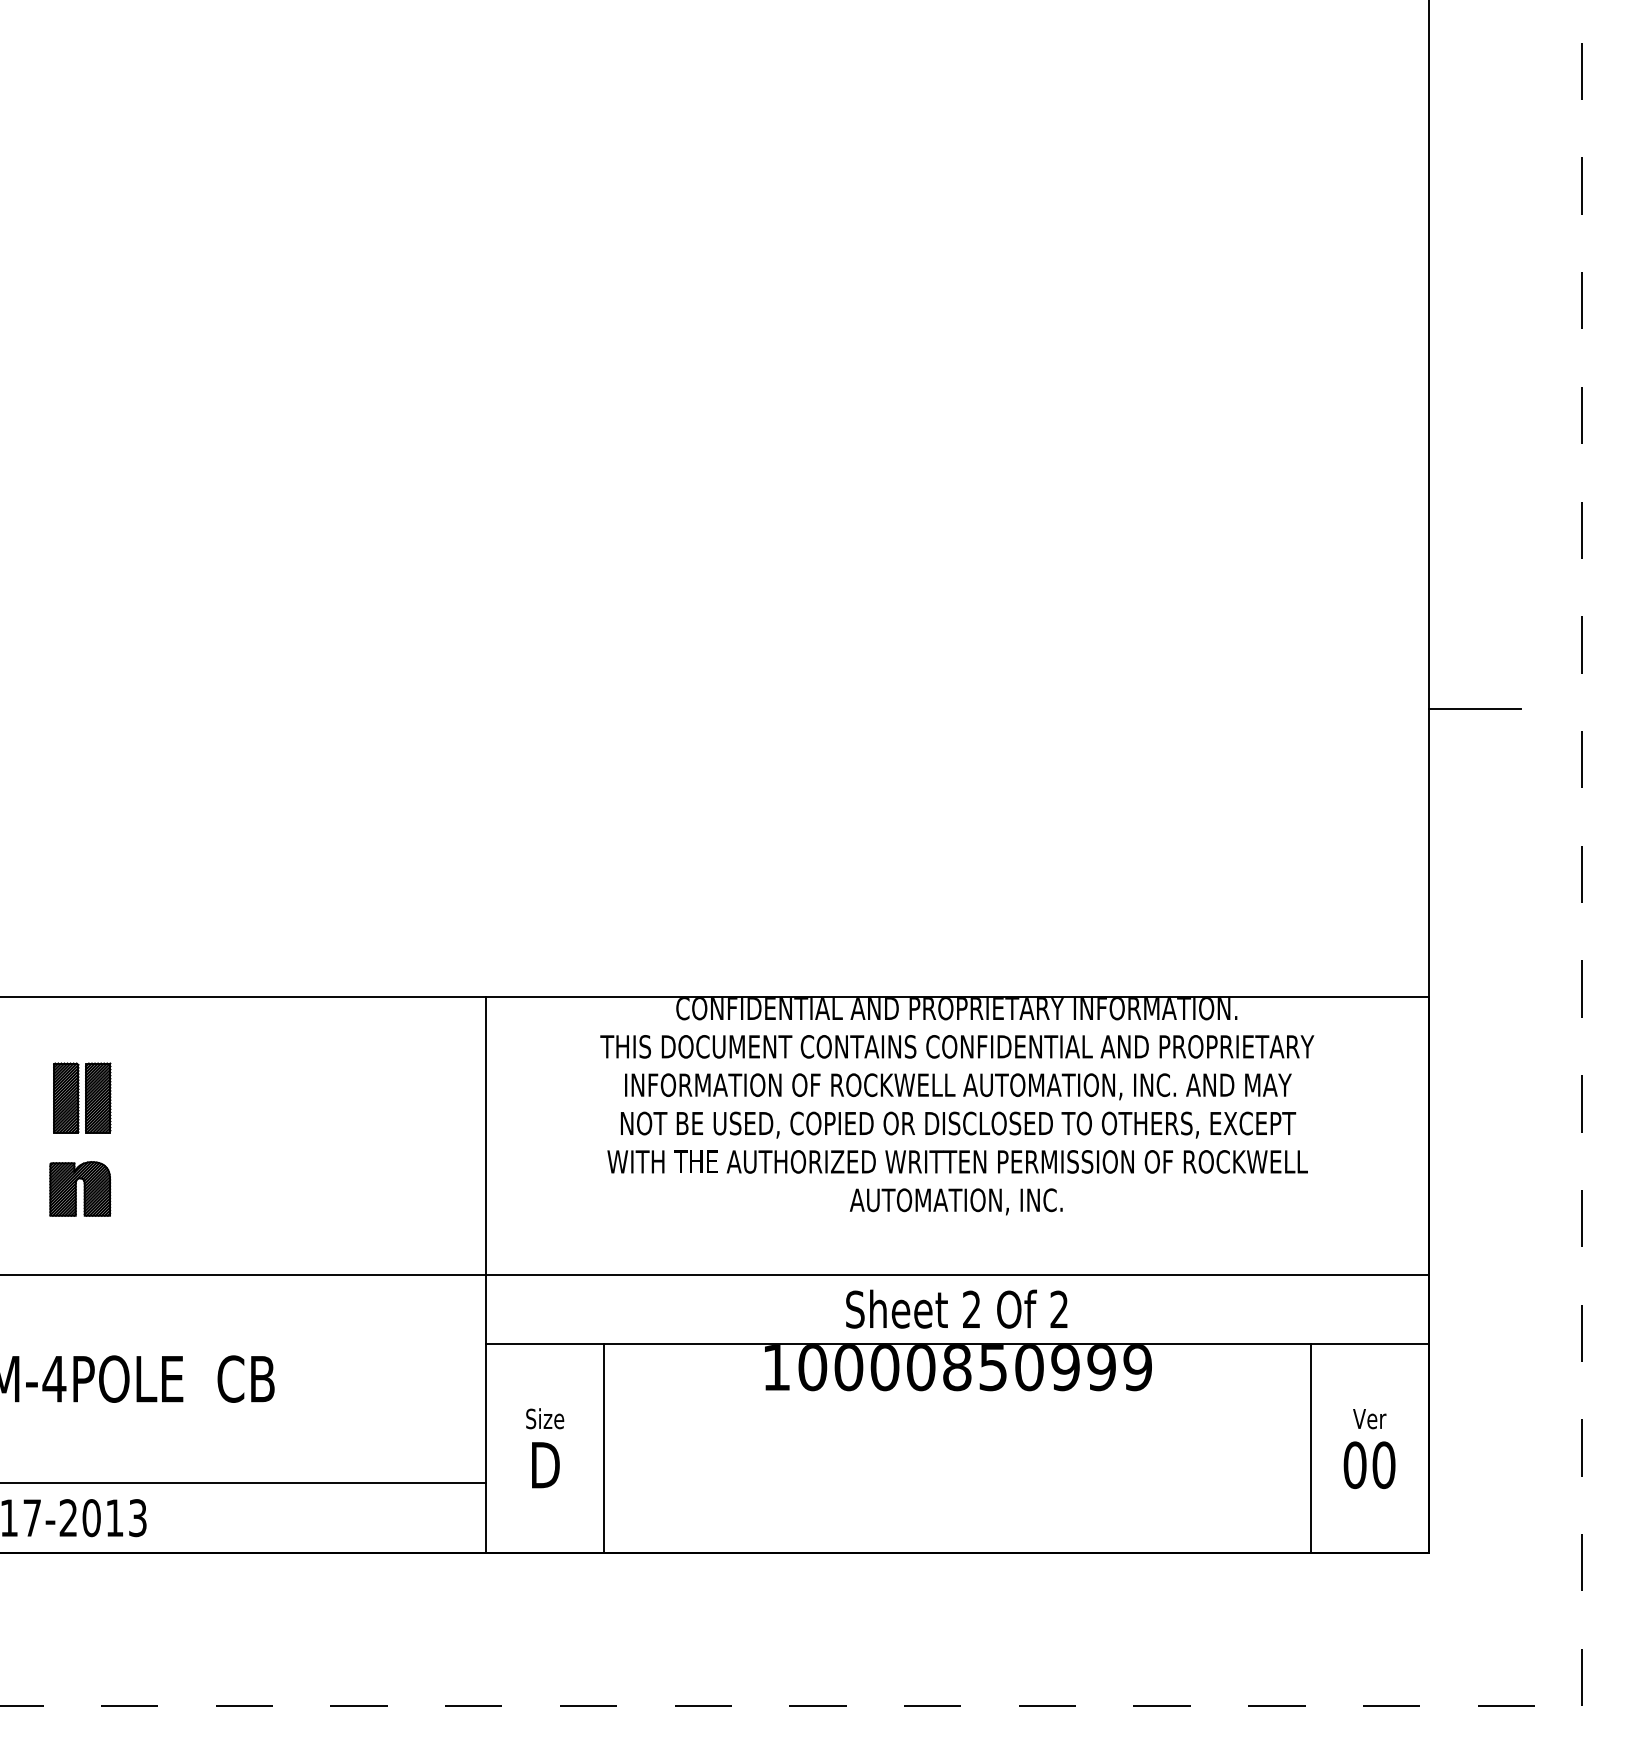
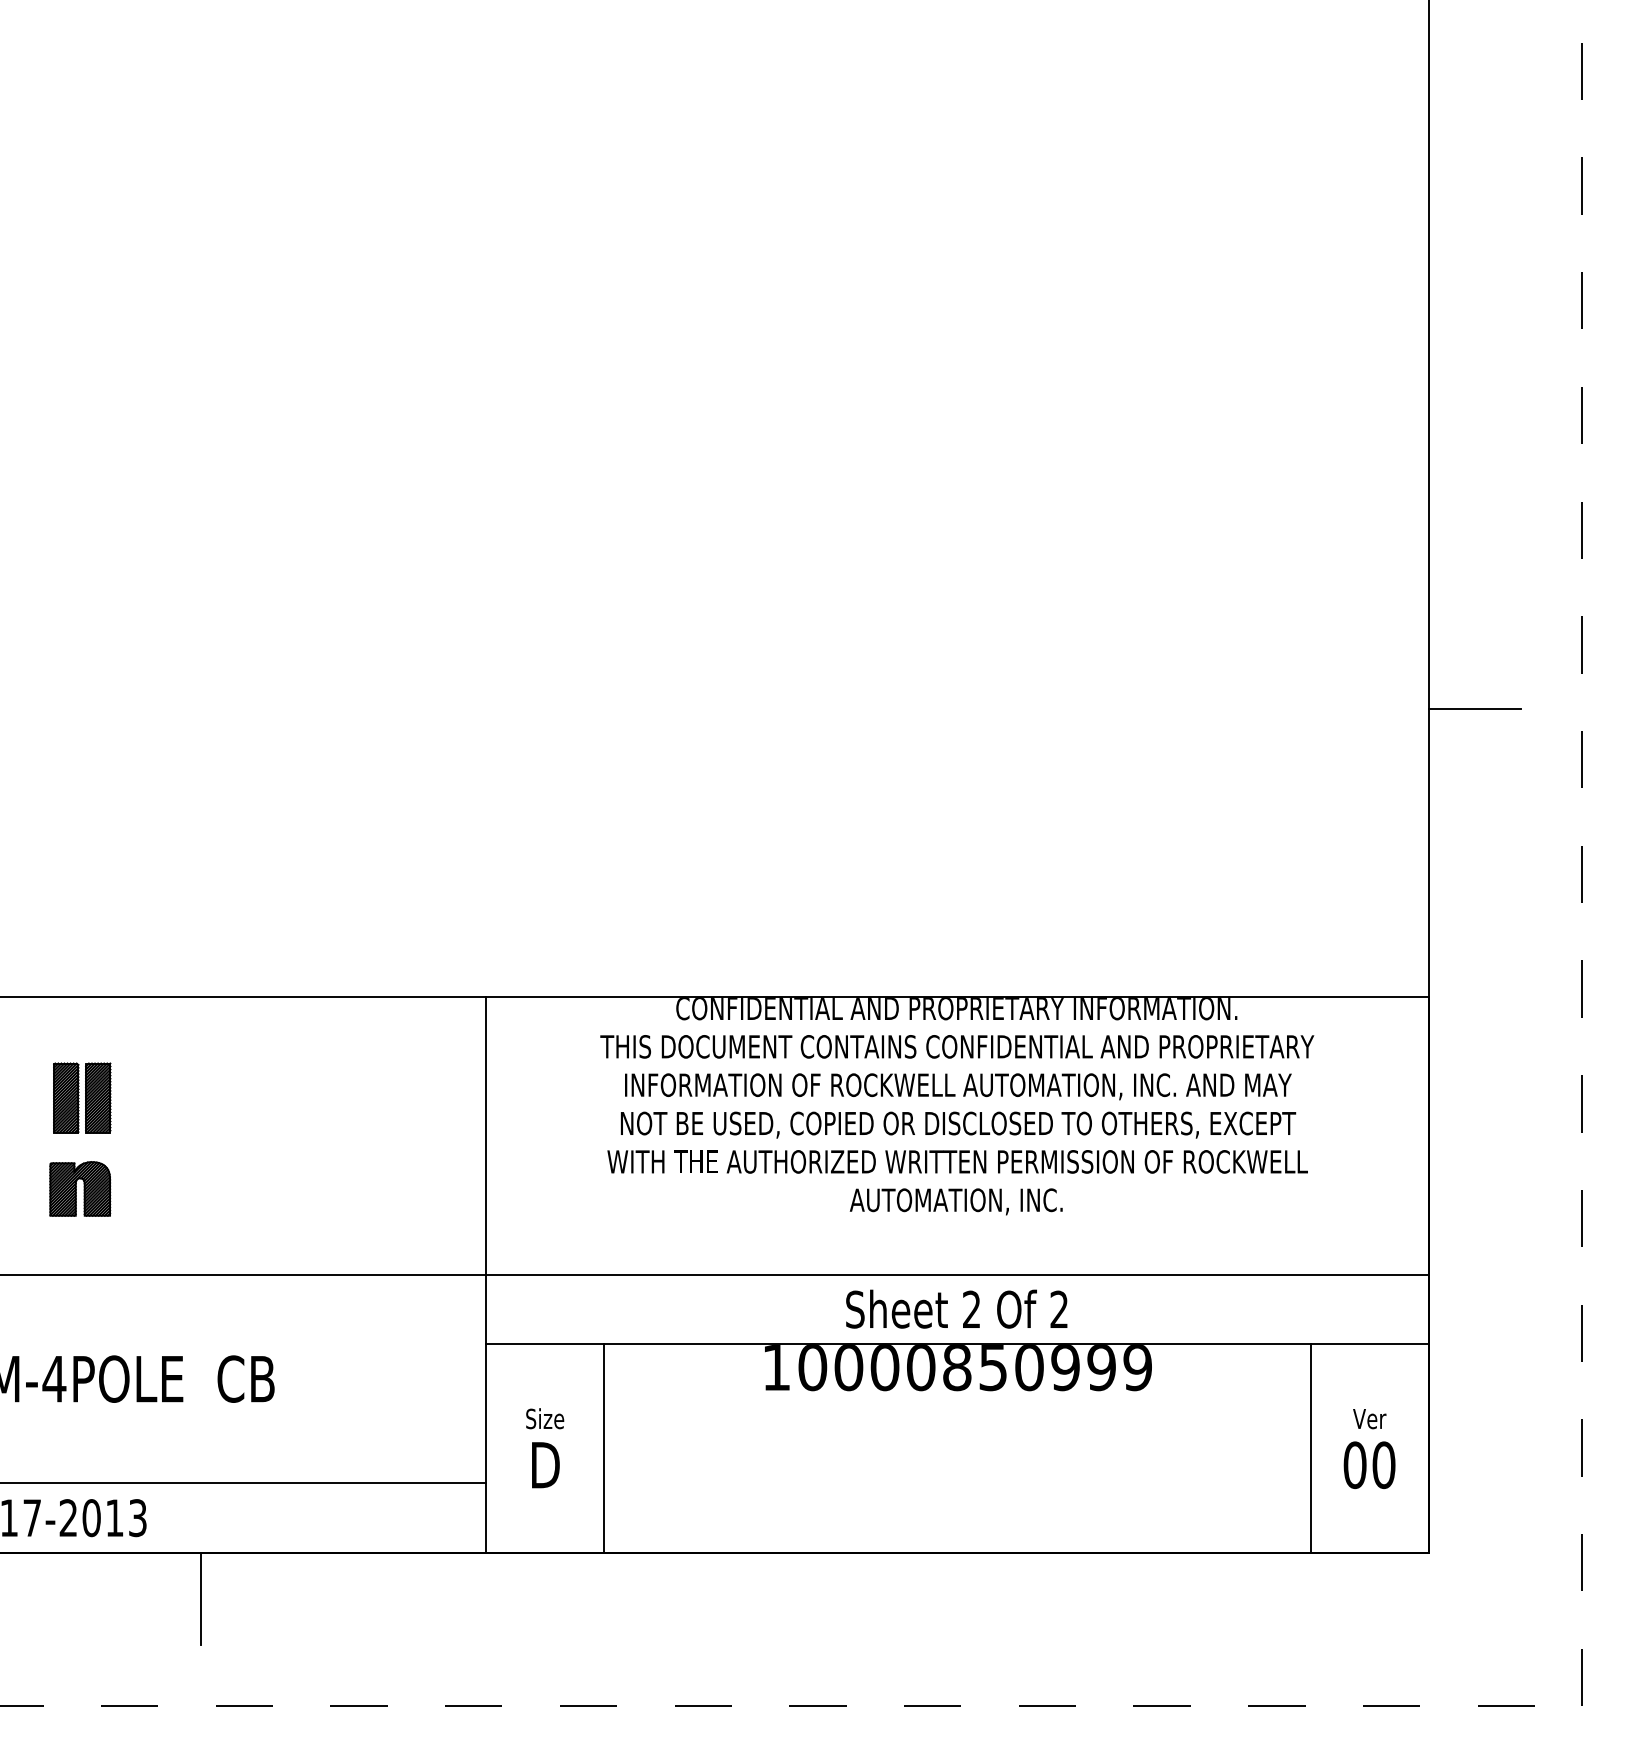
line at (201, 1598): none -> present
